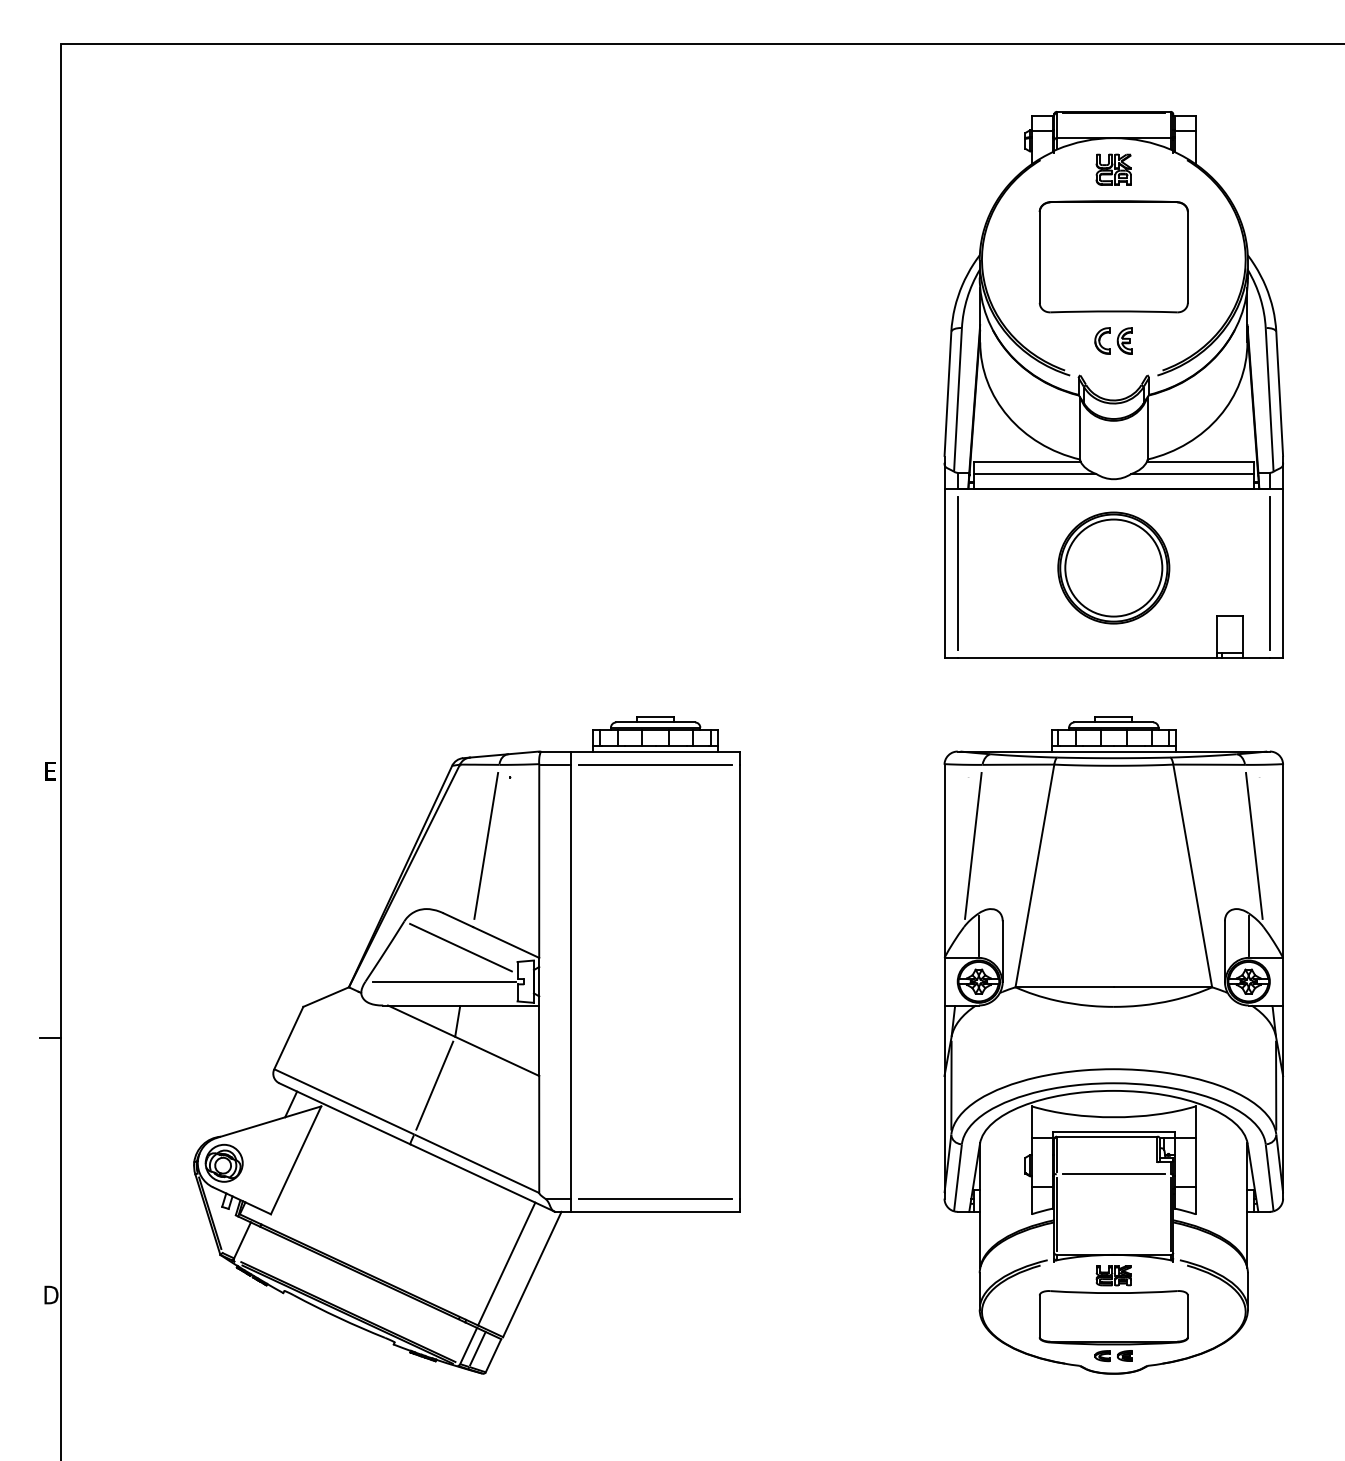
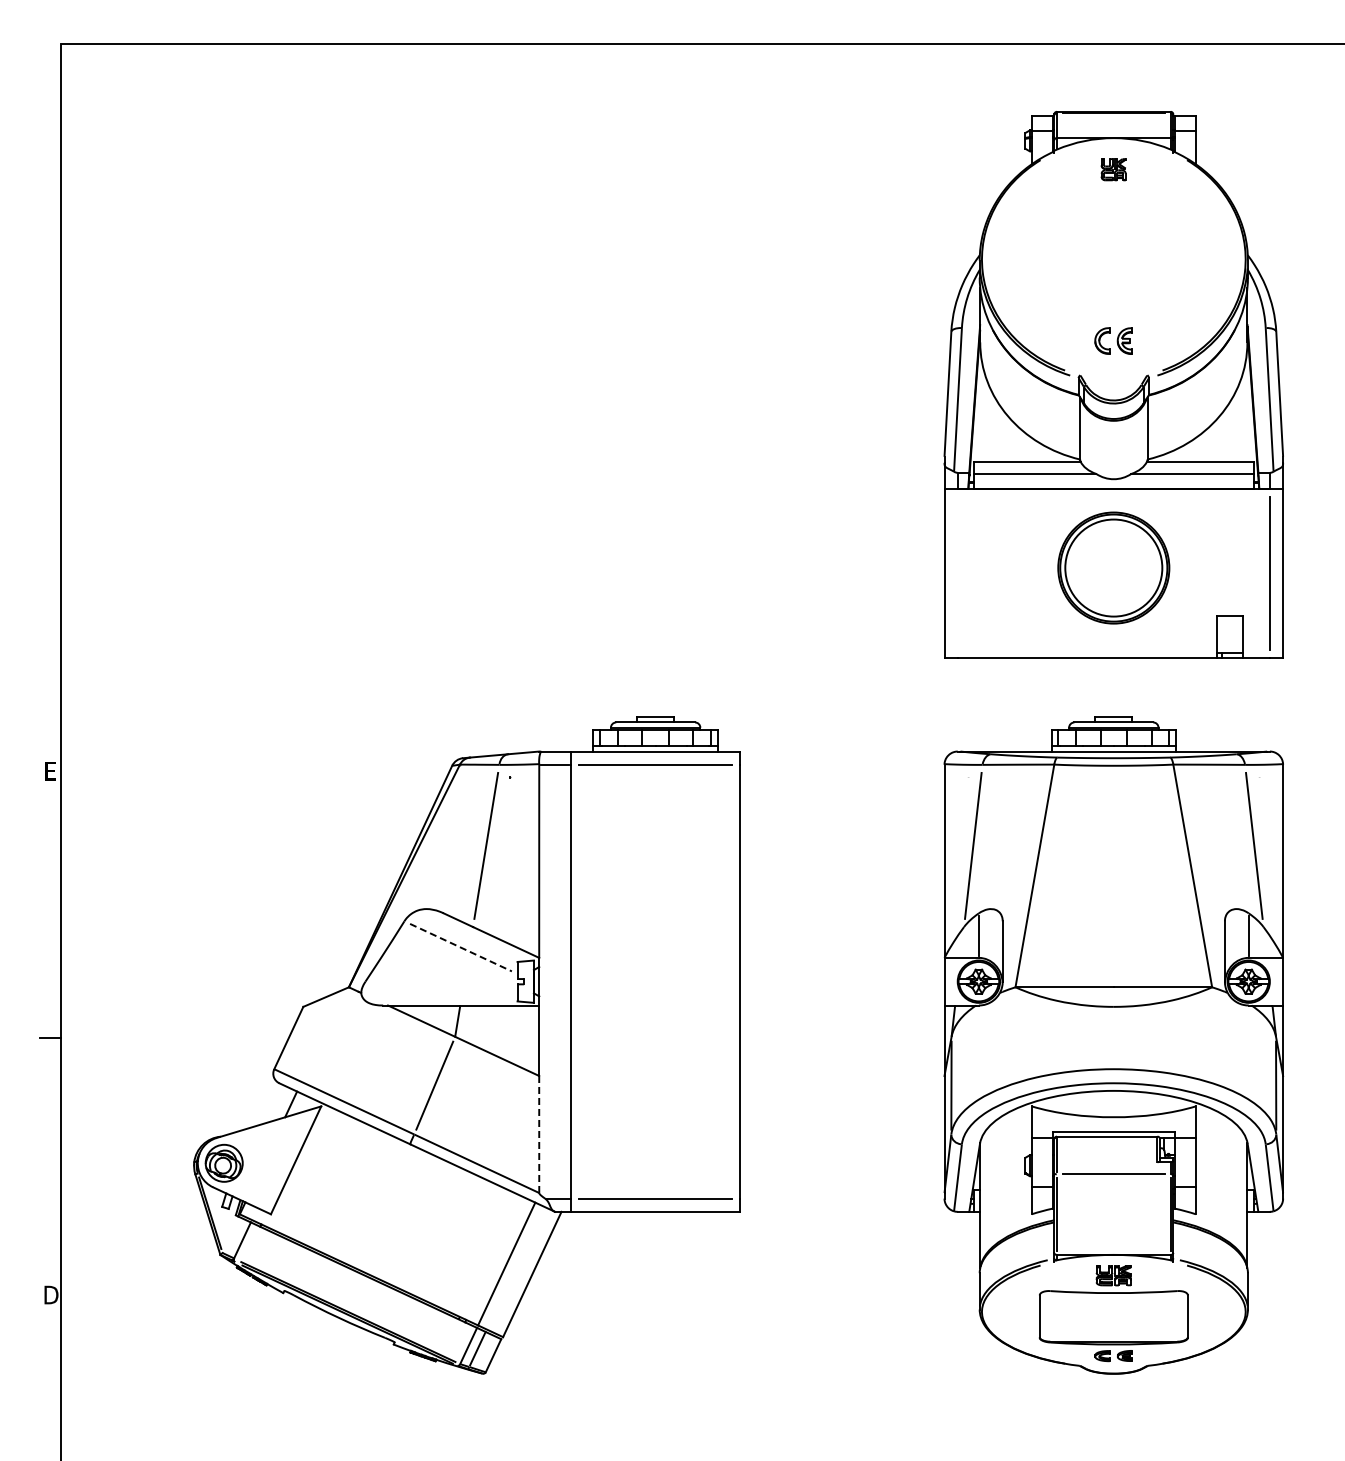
part at (1113, 169) size: 37x33 px -> 27x24 px
part at (1113, 256): present -> none
line at (957, 573): present -> none
line at (461, 947): solid -> dashed
line at (444, 981): present -> none
line at (539, 1134): solid -> dashed
